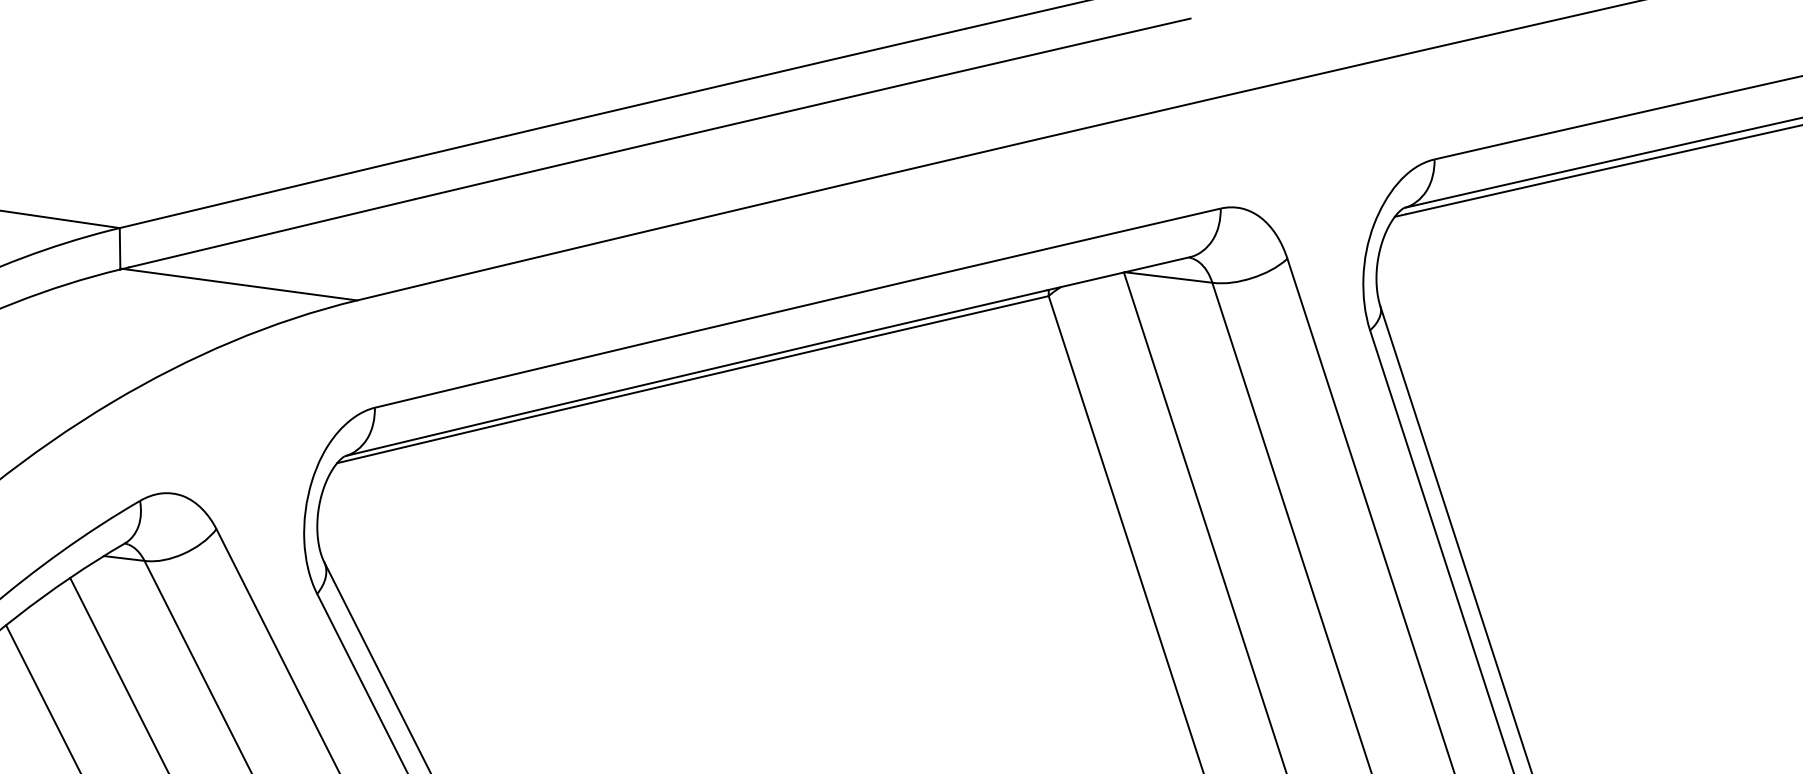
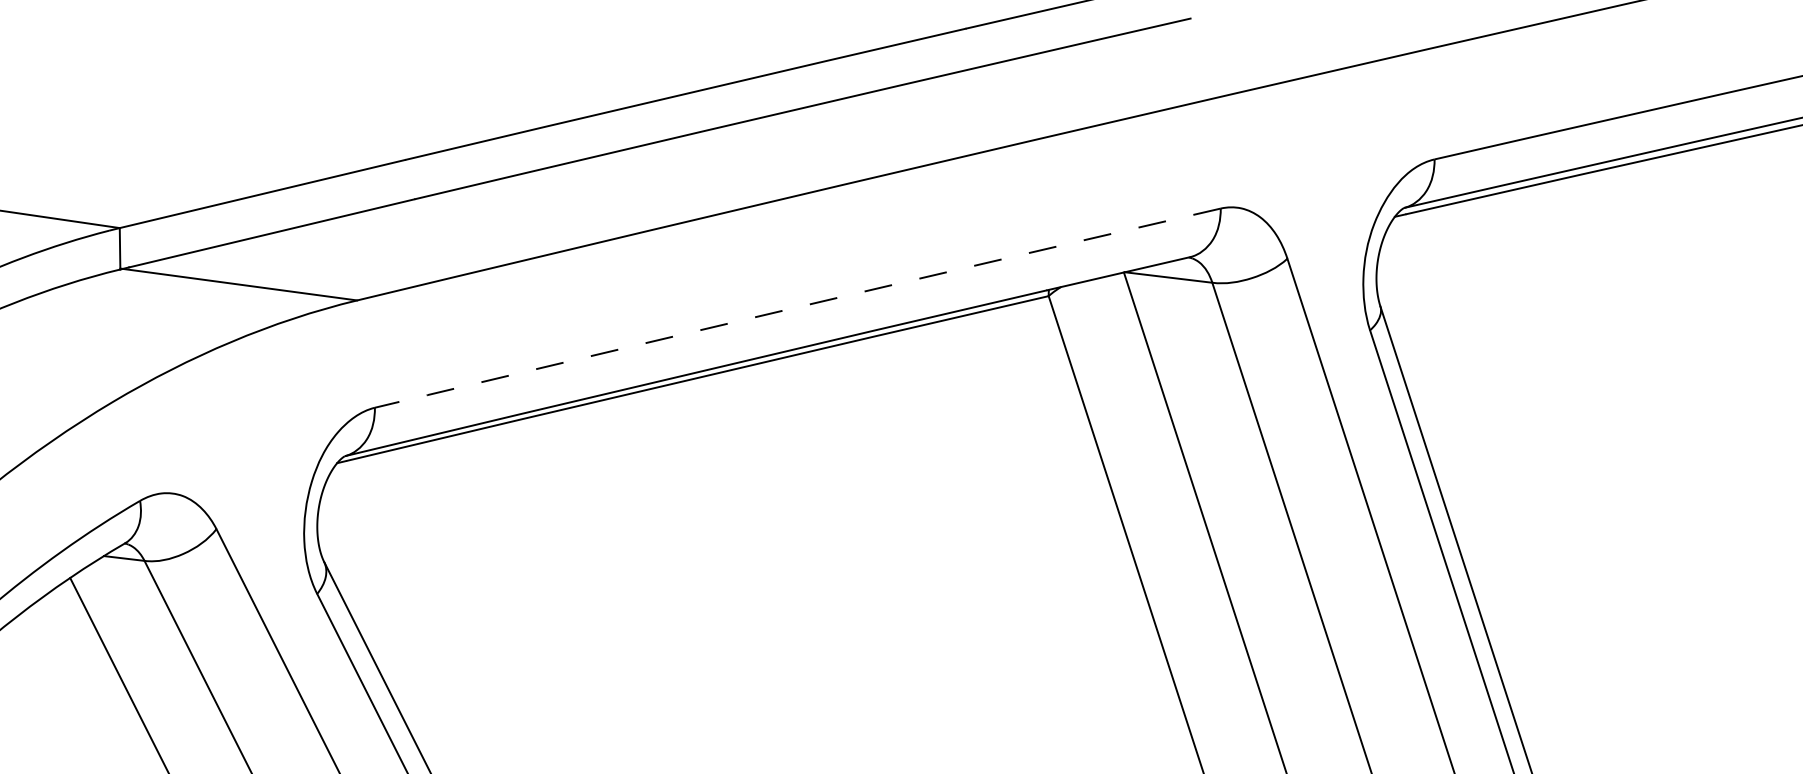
arc at (797, 307): solid -> dashed
line at (42, 697): present -> none
